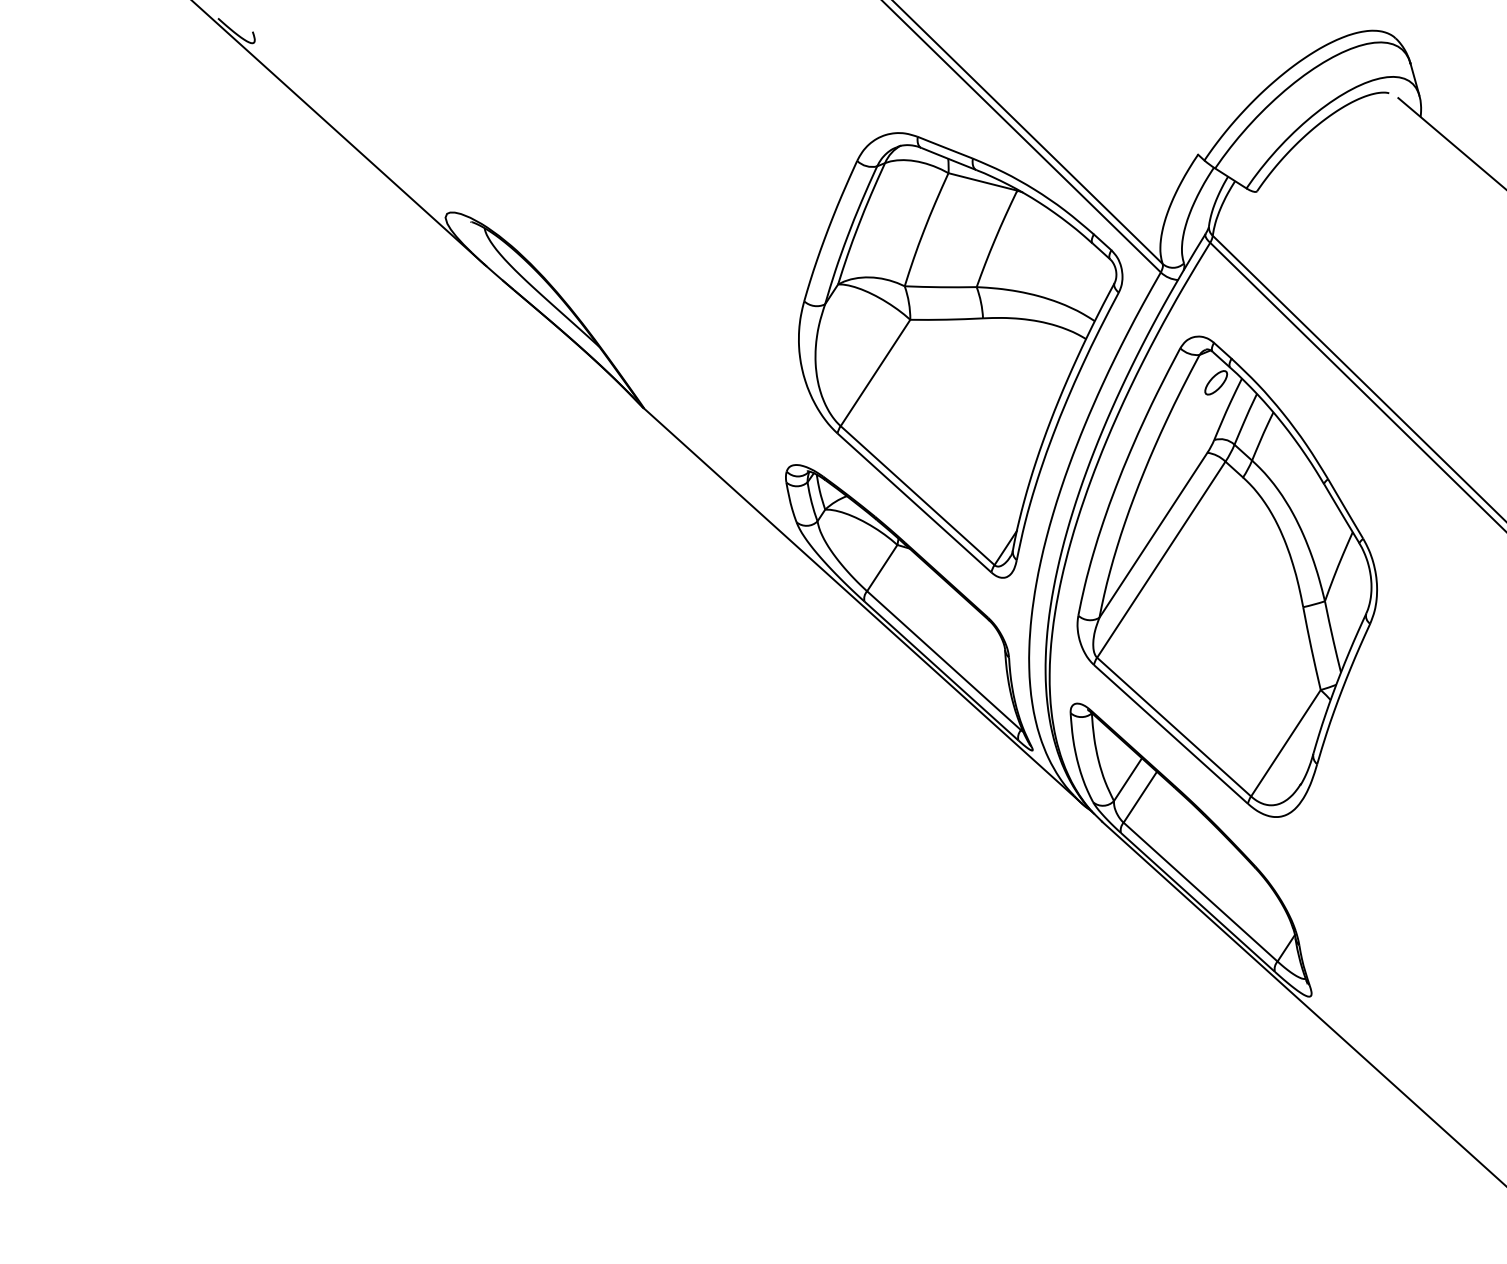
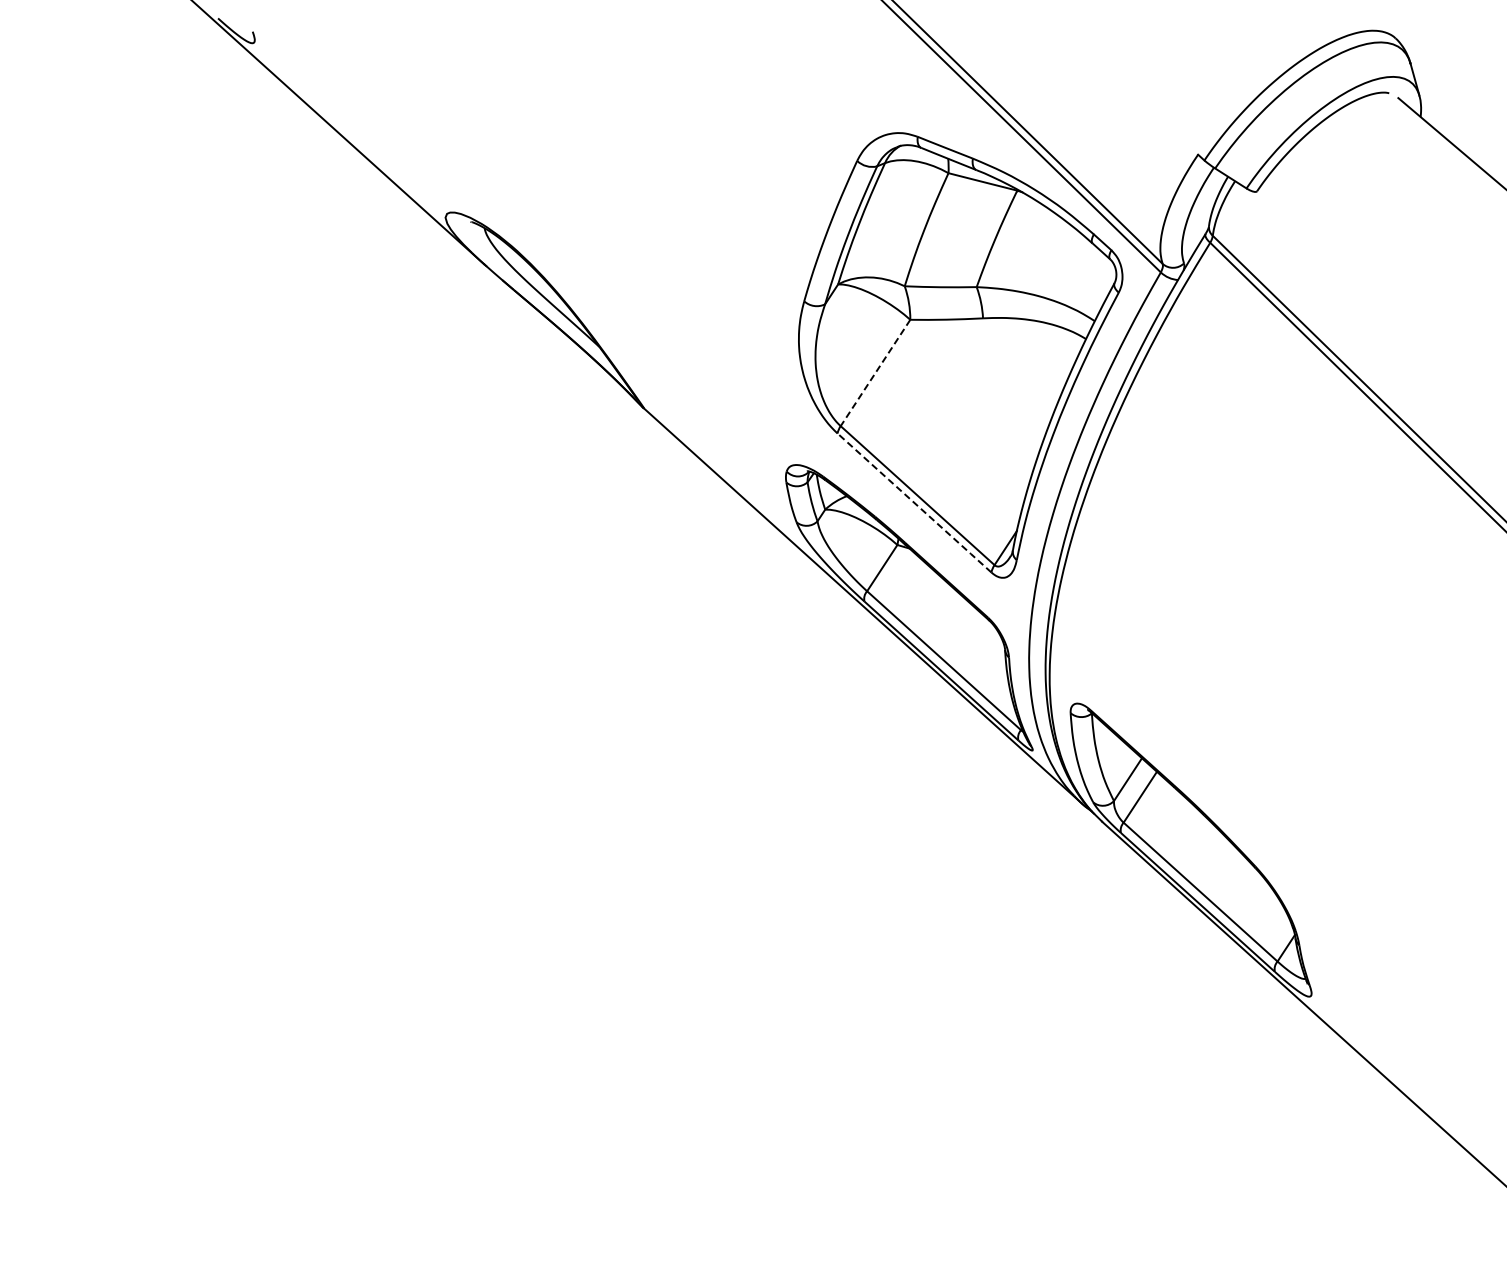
line at (875, 372): solid -> dashed
line at (914, 502): solid -> dashed
part at (1226, 576): present -> none
